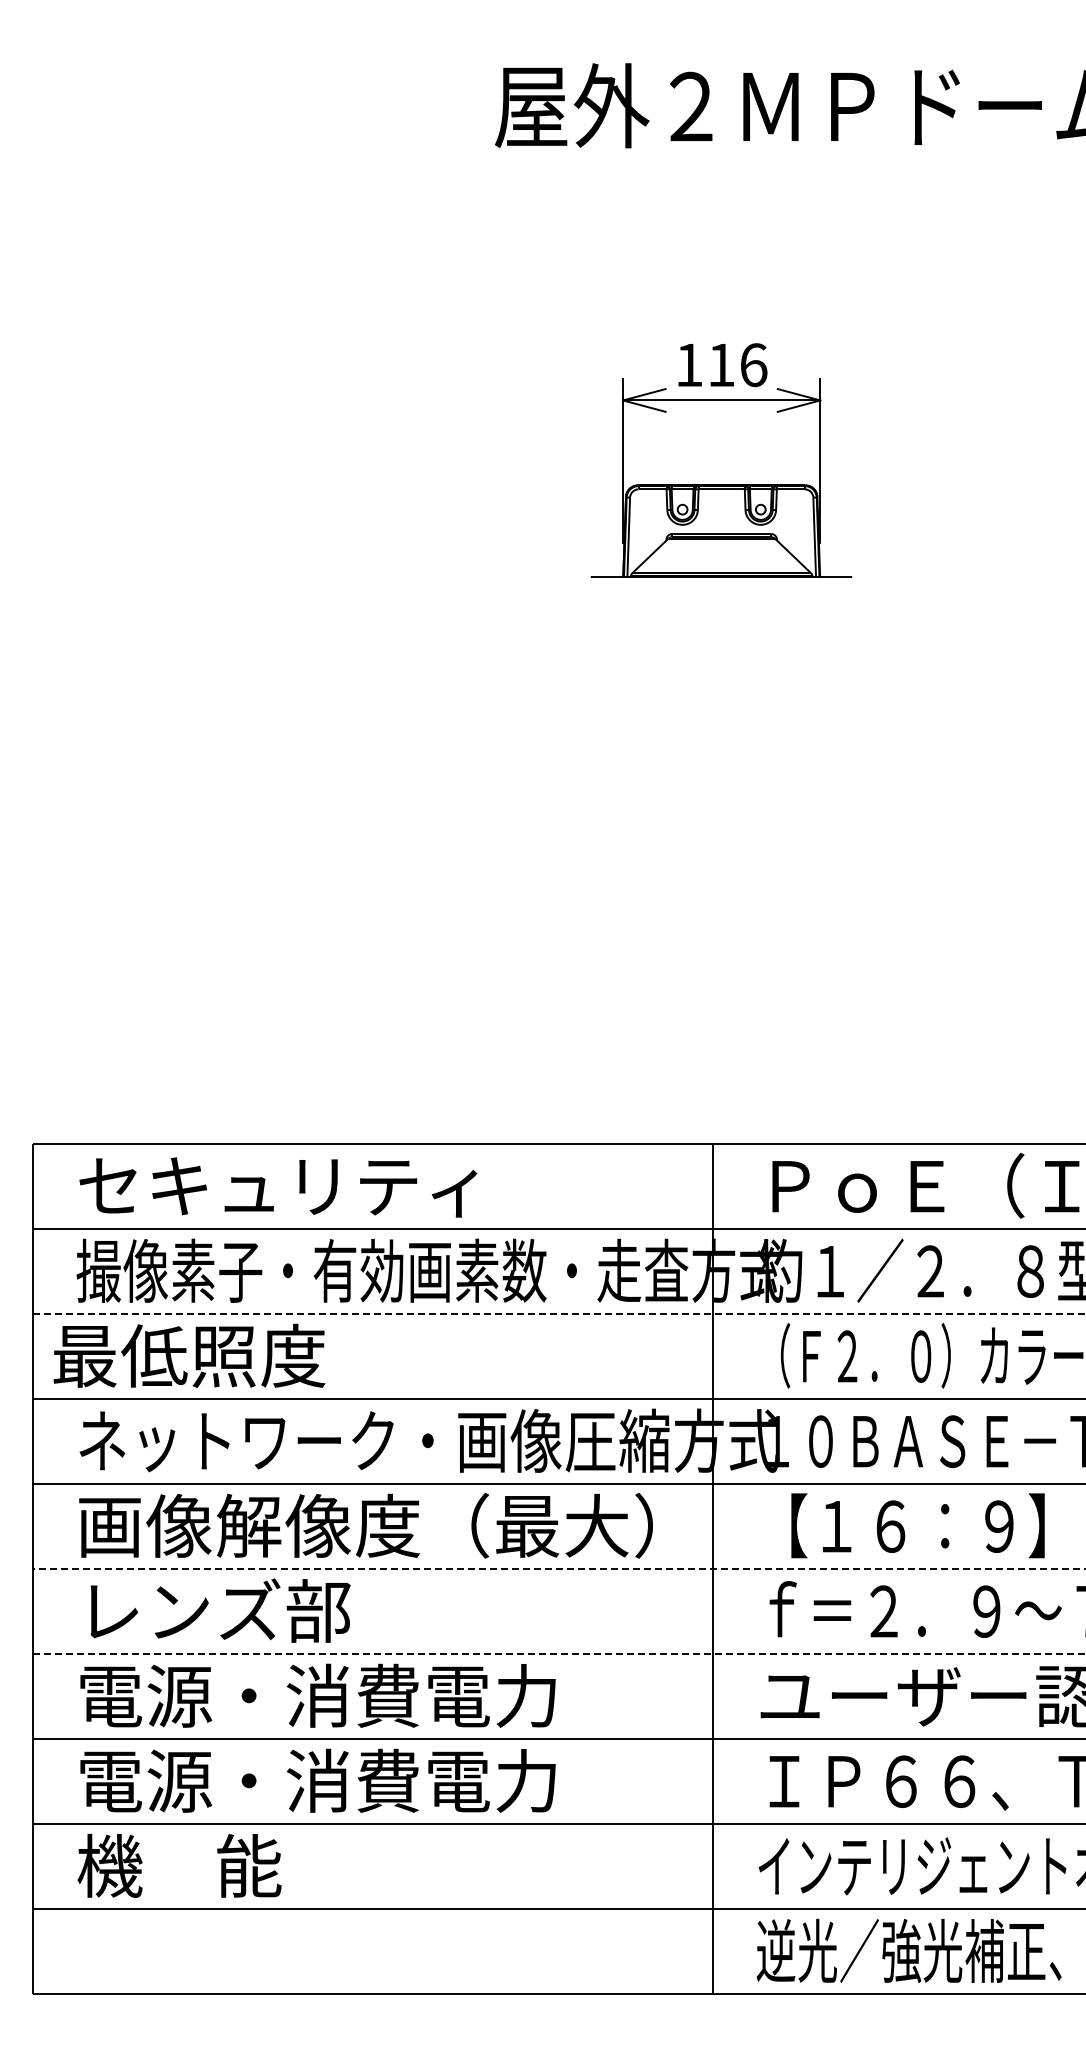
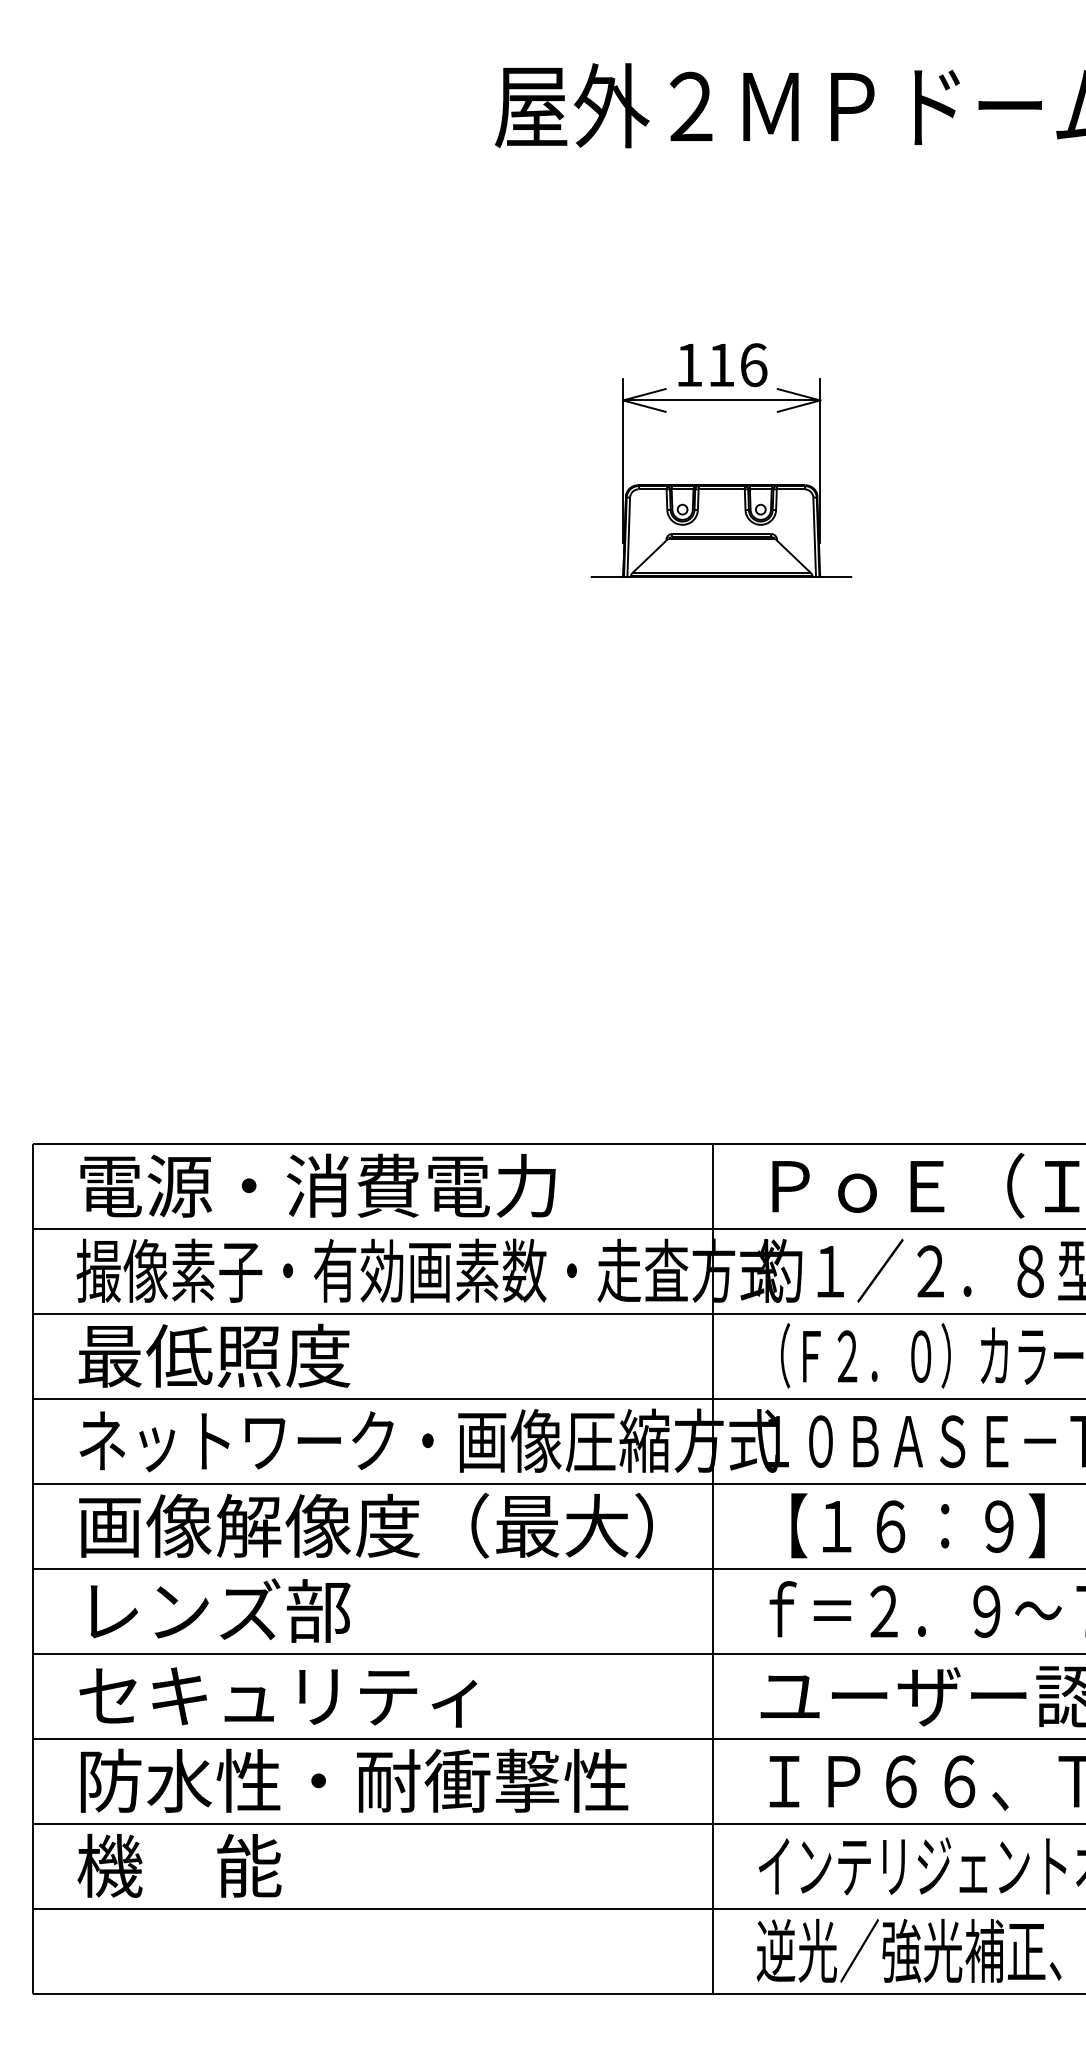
text at (317, 1185): セキュリティ -> 電源・消費電力
line at (559, 1314): dashed -> solid
text at (189, 1355) position: (189, 1355) -> (214, 1355)
line at (558, 1569): dashed -> solid
line at (559, 1654): dashed -> solid
text at (317, 1695): 電源・消費電力 -> セキュリティ
text at (354, 1780): 電源・消費電力 -> 防水性・耐衝撃性
